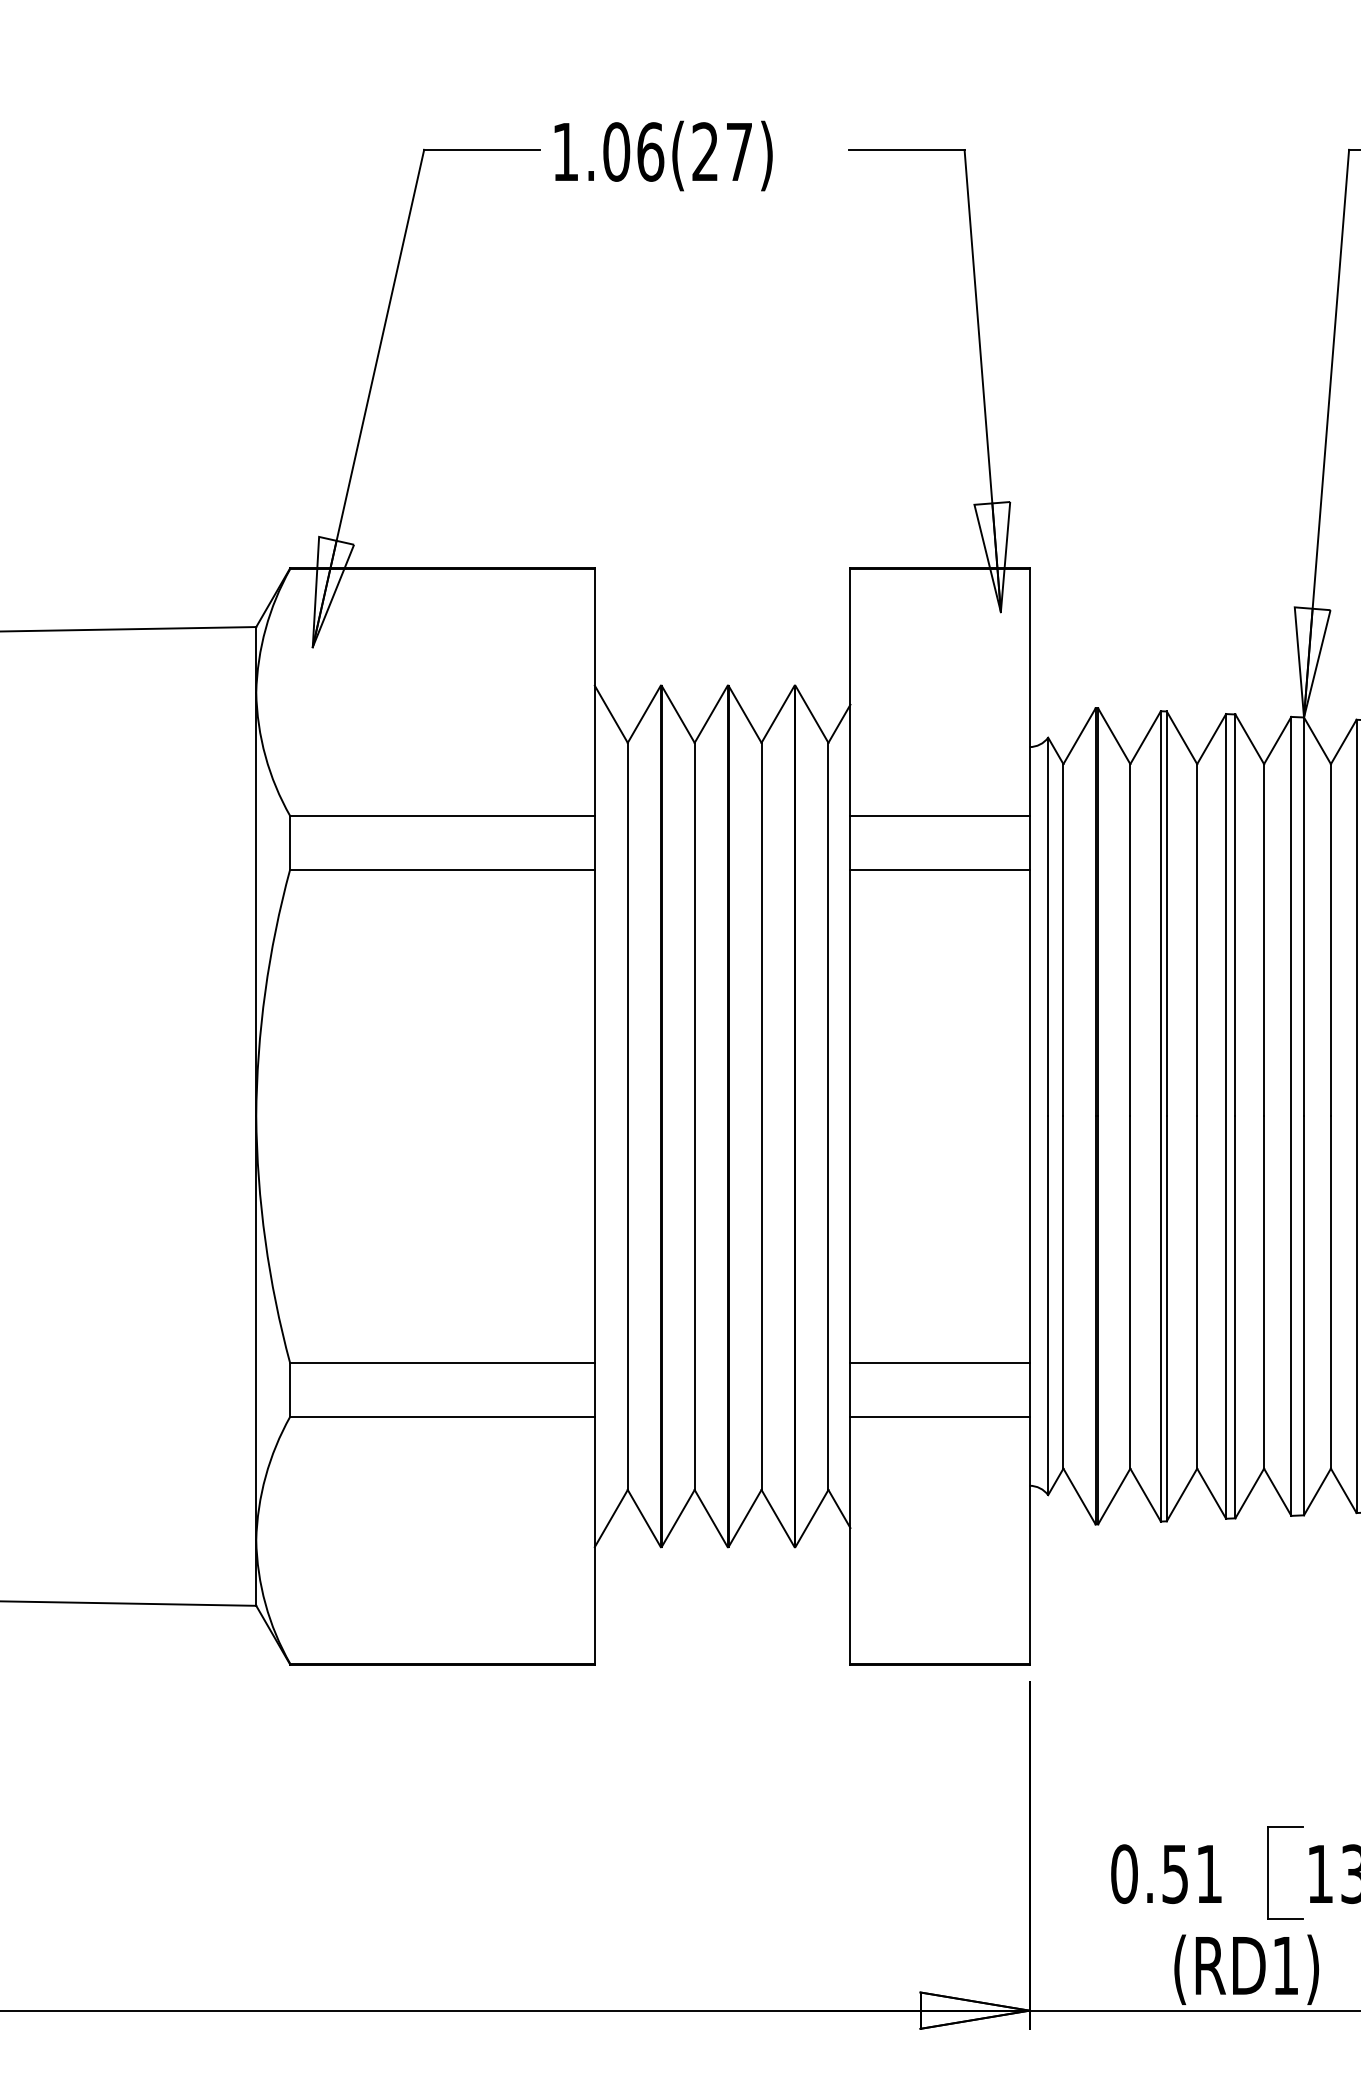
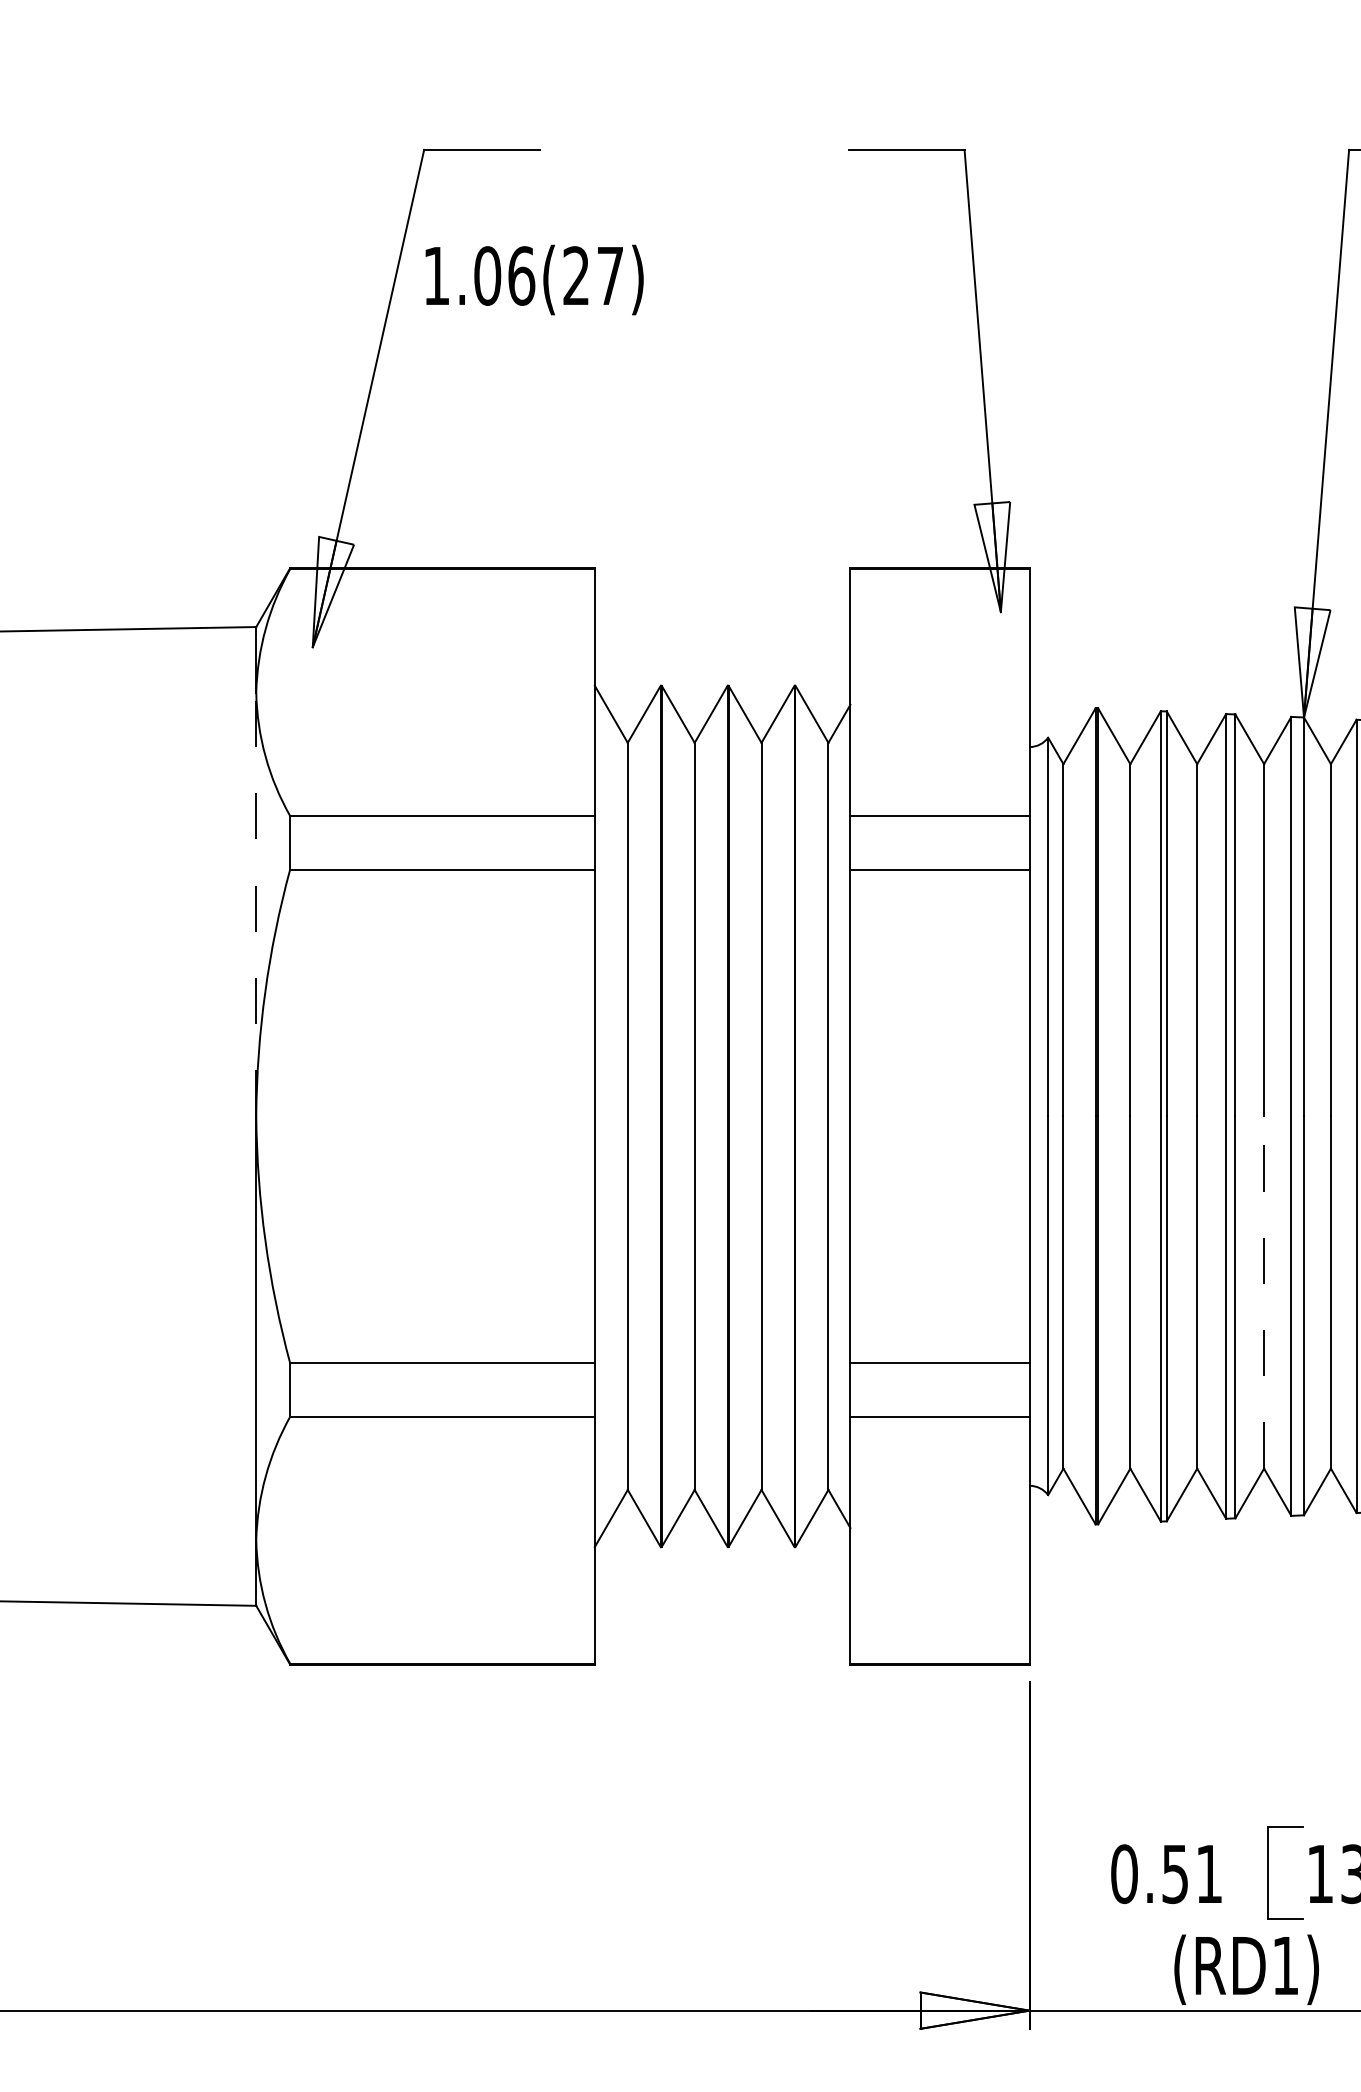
text at (663, 155) position: (663, 155) -> (534, 279)
line at (256, 904): solid -> dashed
line at (1264, 1292): solid -> dashed
